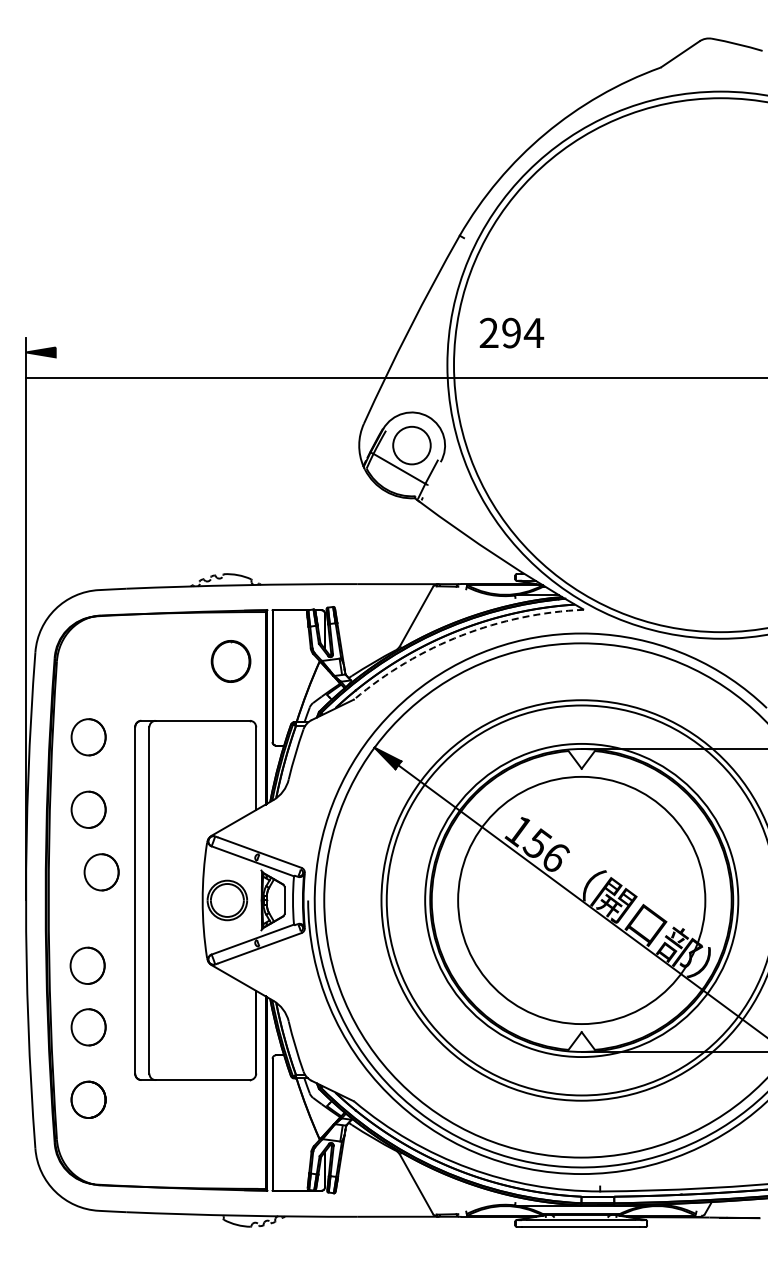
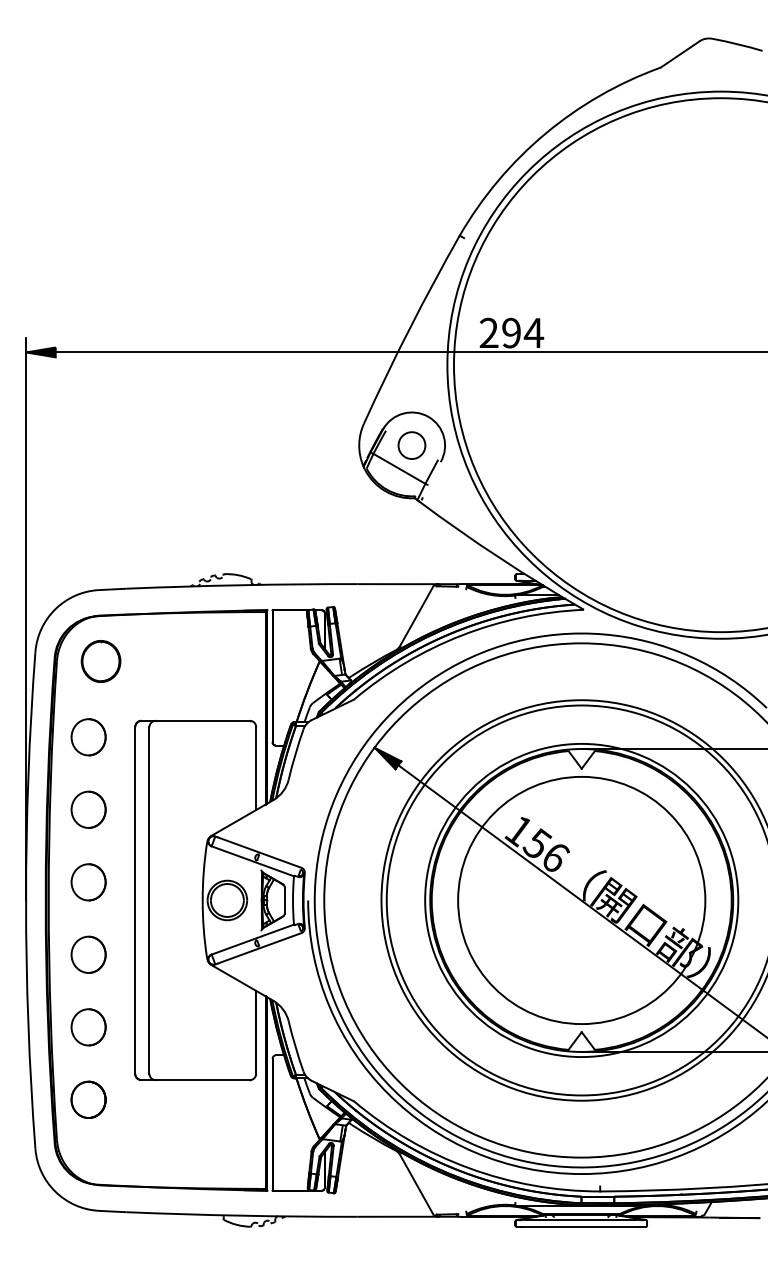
line at (395, 378) position: (395, 378) -> (395, 352)
circle at (411, 445) diameter: 38 px -> 27 px
arc at (461, 635): dashed -> solid
part at (230, 661) position: (230, 661) -> (100, 661)
part at (101, 872) position: (101, 872) -> (88, 882)
part at (87, 965) position: (87, 965) -> (88, 954)
